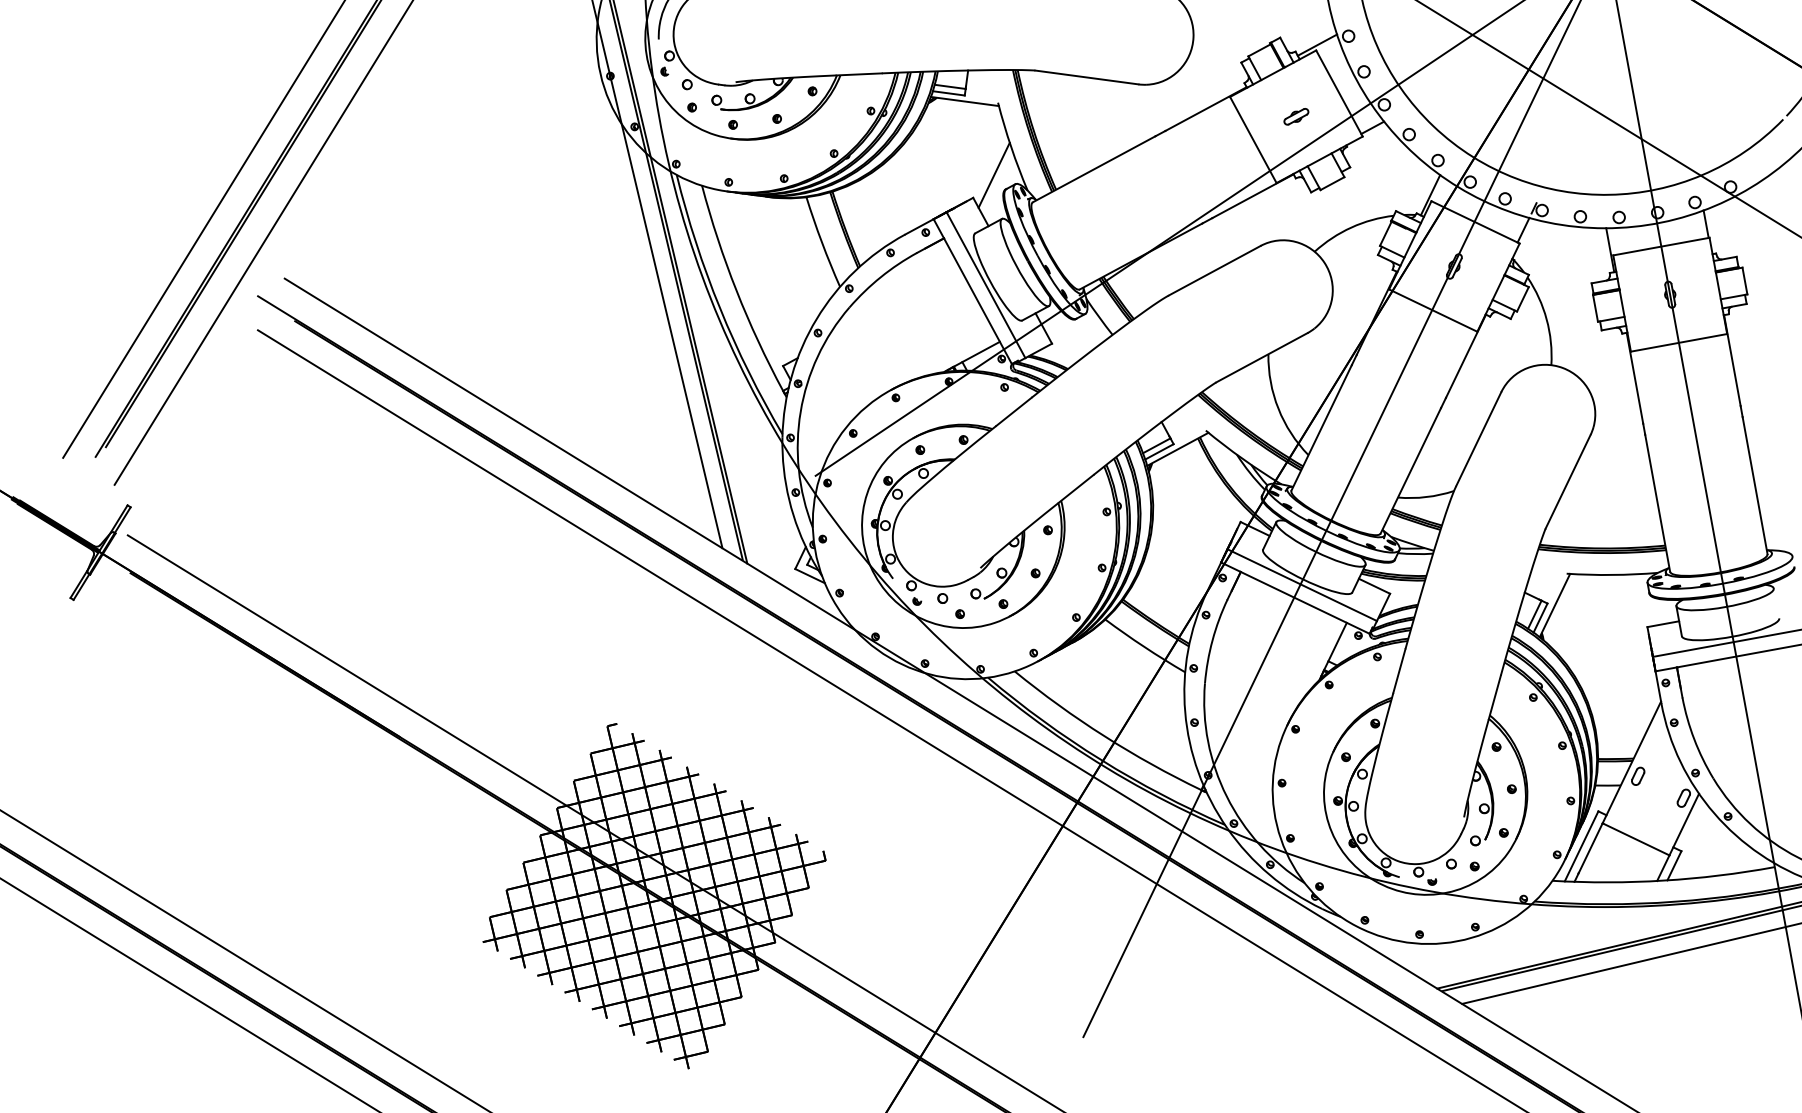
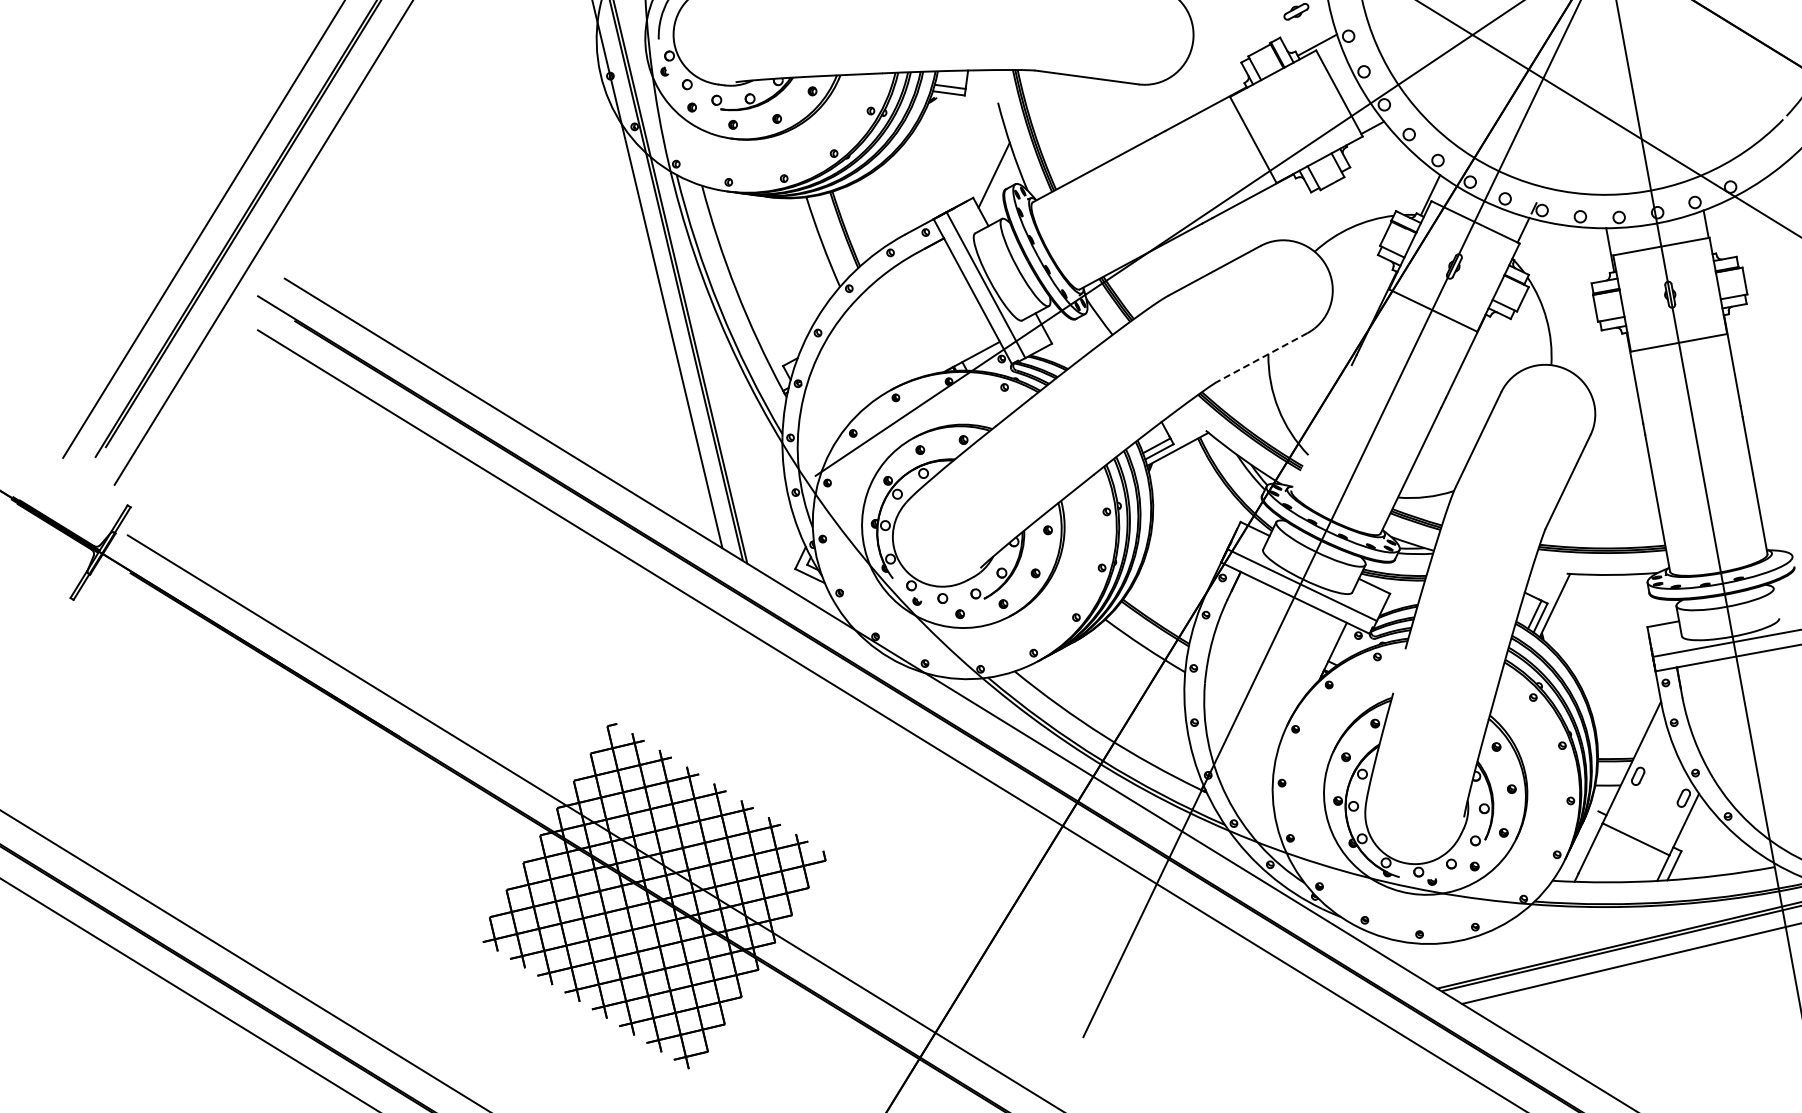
line at (964, 101): present -> none
part at (1296, 116) position: (1296, 116) -> (1296, 11)
line at (1261, 357): solid -> dashed
line at (1321, 427): present -> none
line at (1399, 670): present -> none
line at (1581, 846): present -> none
